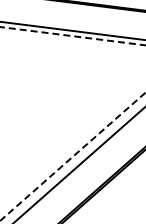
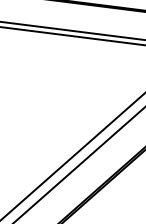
line at (73, 36): dashed -> solid
line at (73, 156): dashed -> solid
